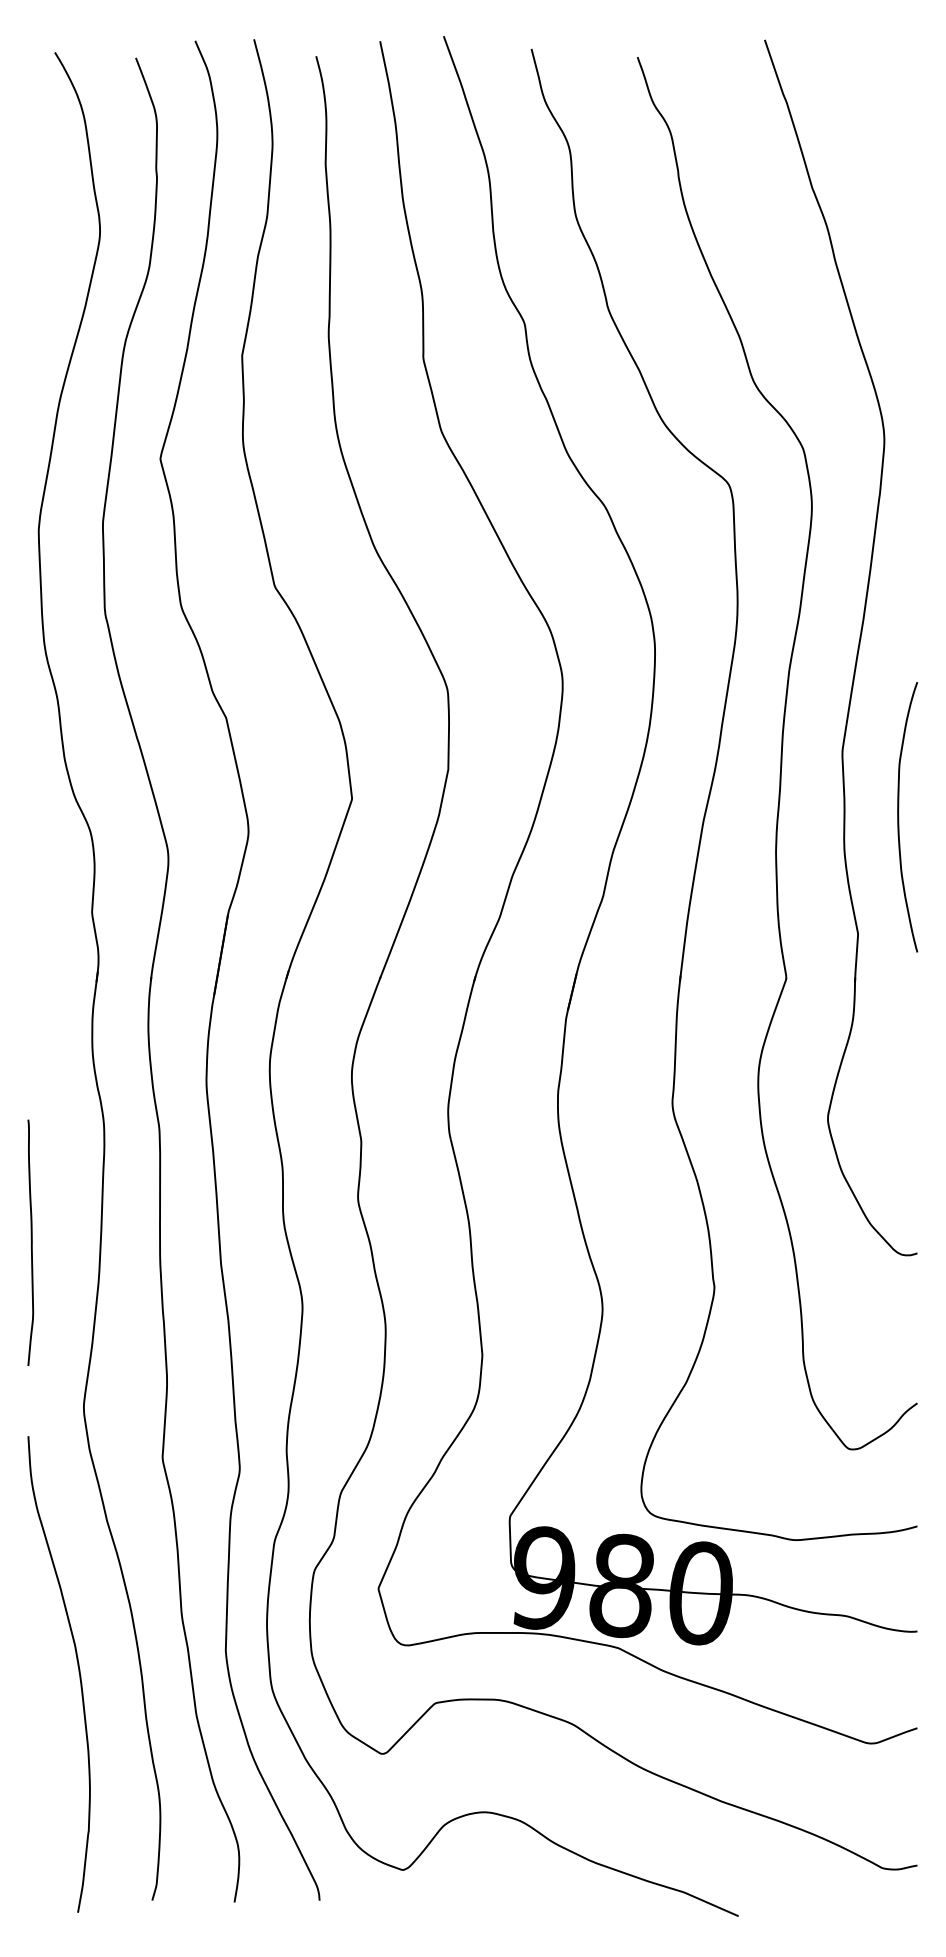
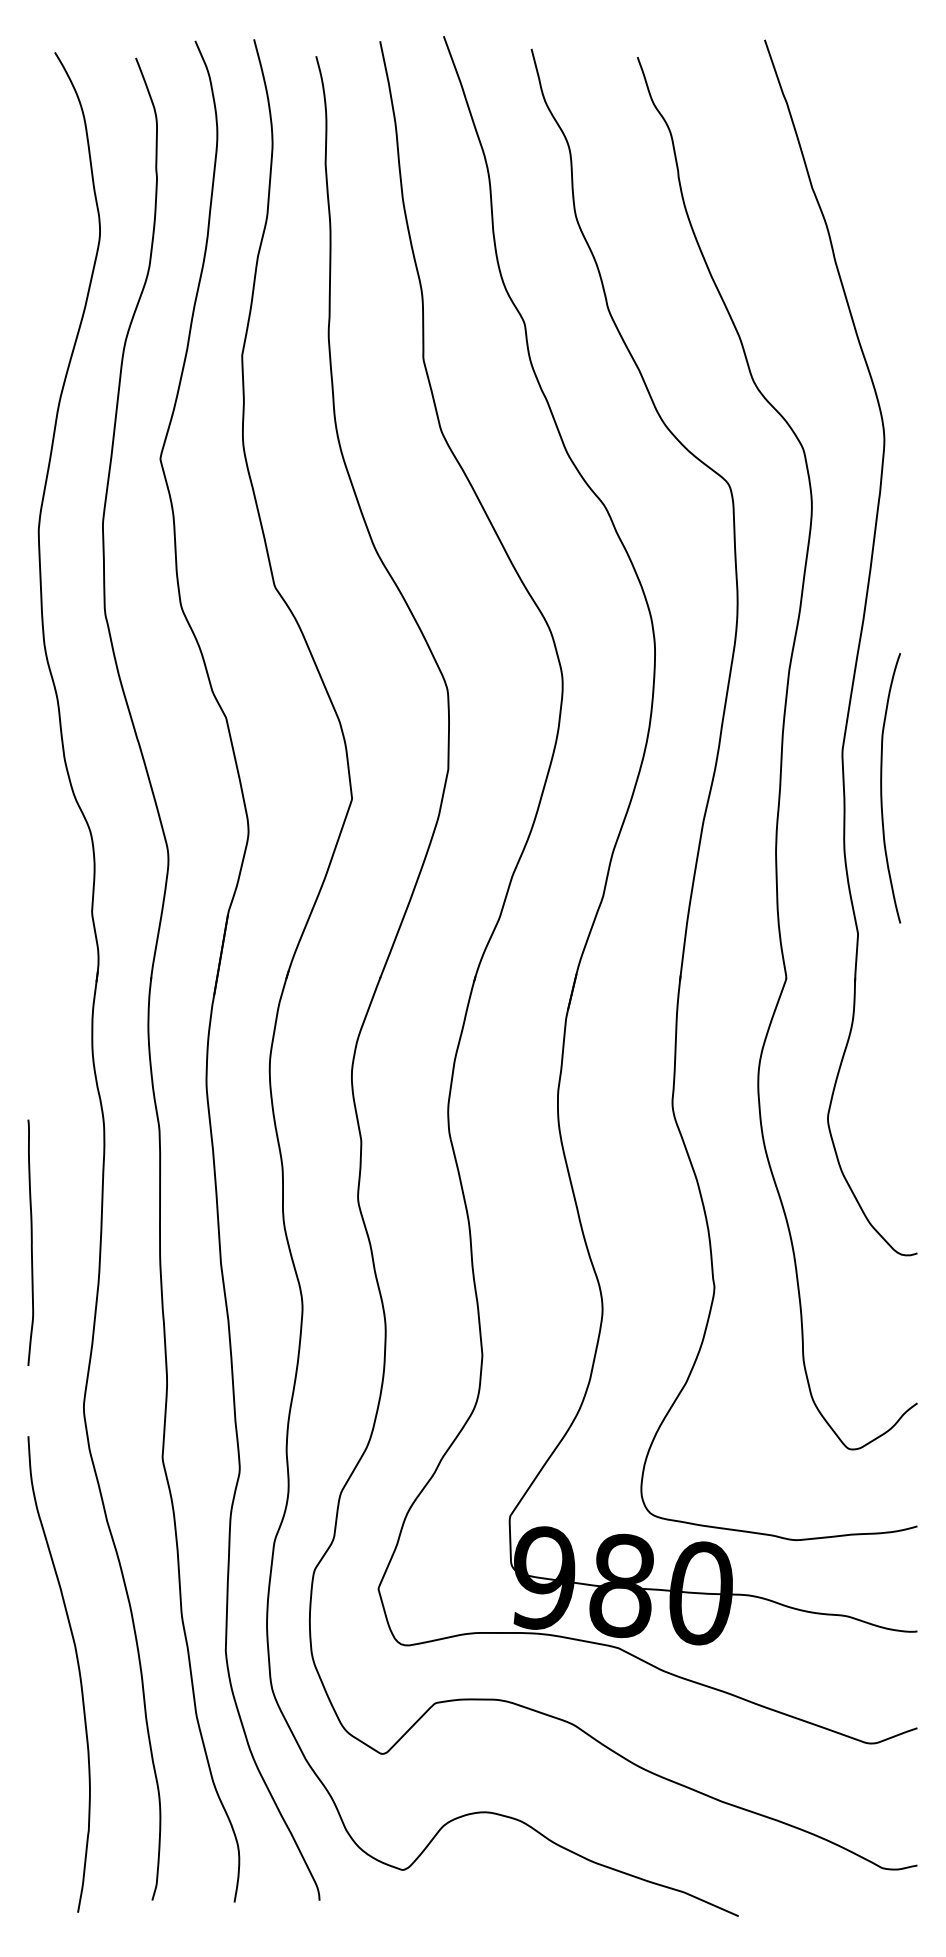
curve at (899, 817) position: (899, 817) -> (882, 788)
